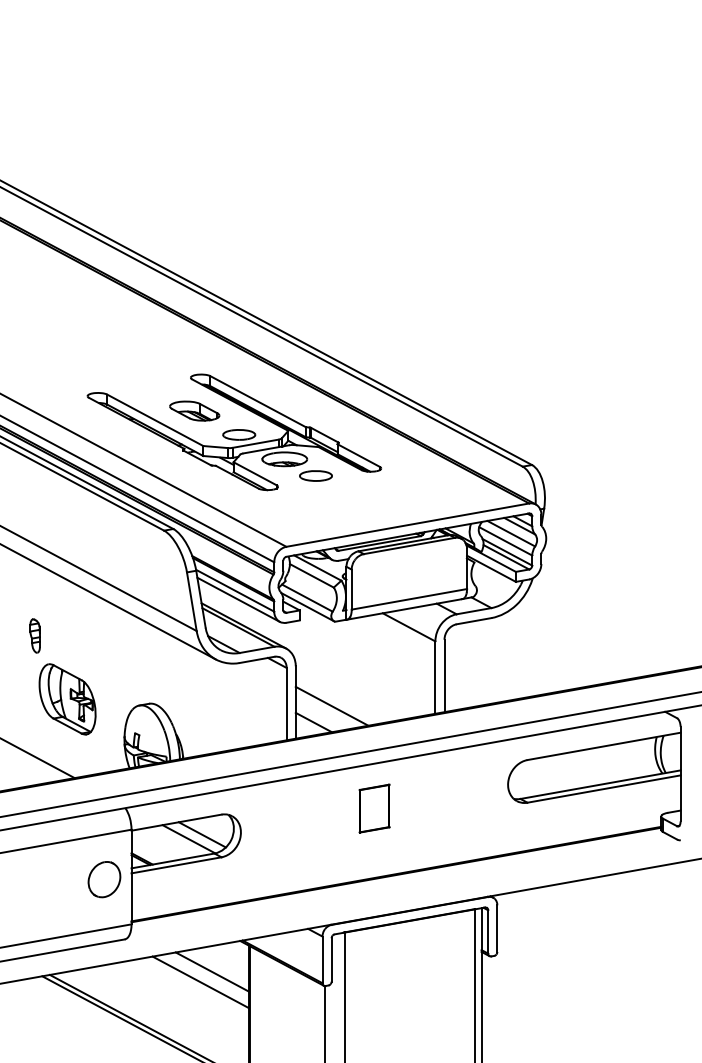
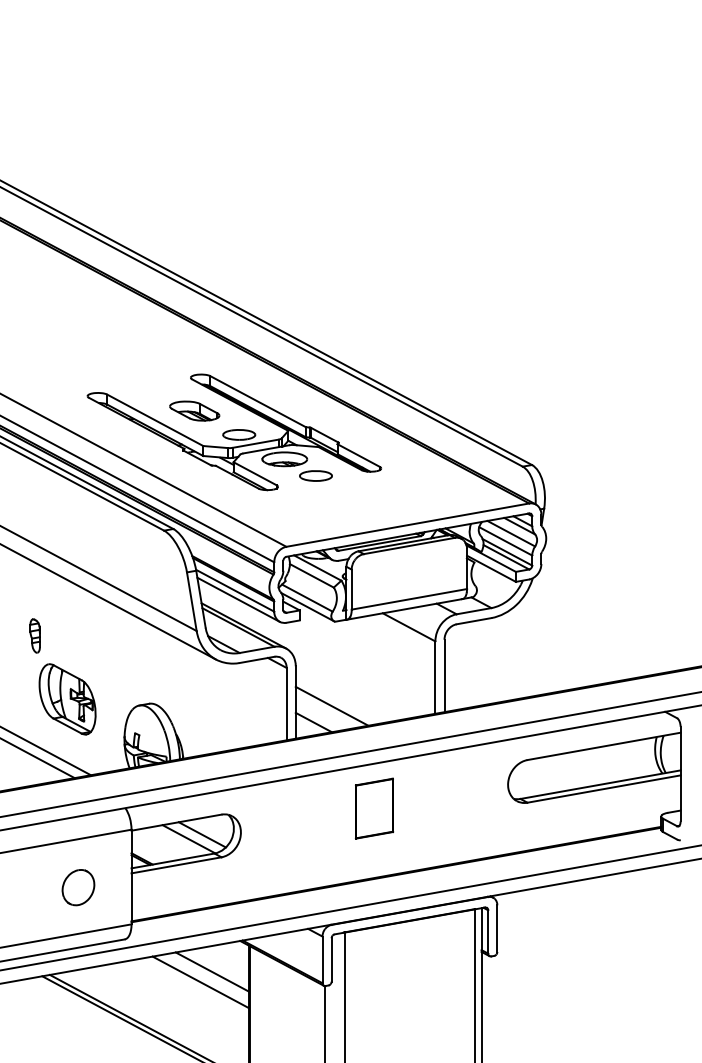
line at (46, 751): none -> present
part at (374, 808) size: 33x51 px -> 40x63 px
part at (104, 879) position: (104, 879) -> (78, 887)
line at (350, 907): none -> present
